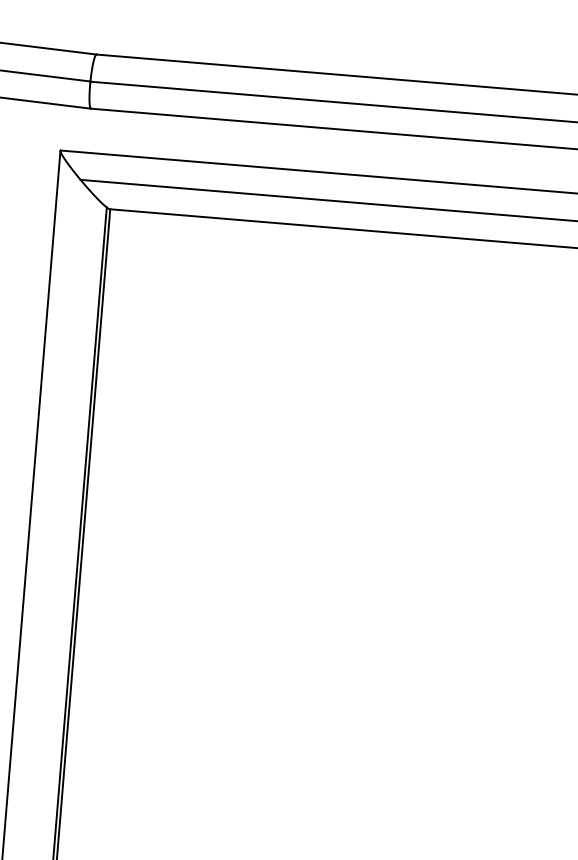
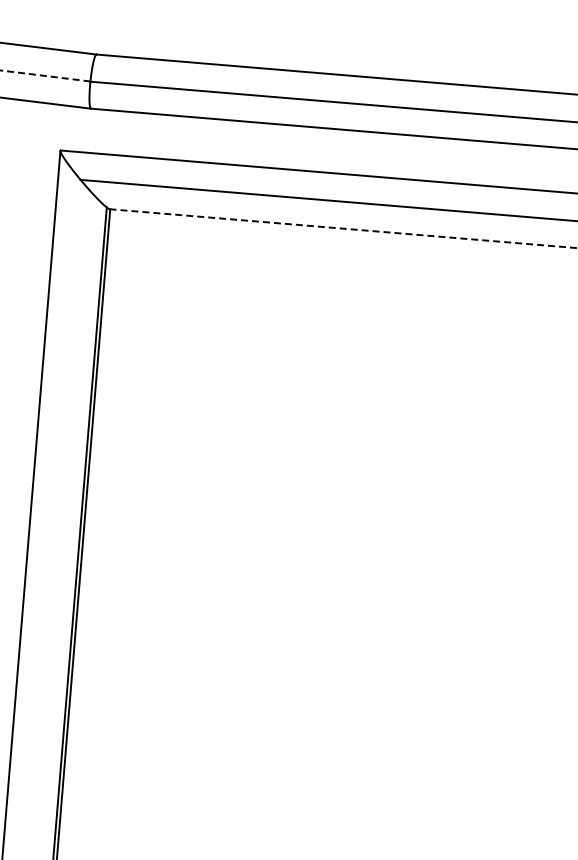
line at (44, 75): solid -> dashed
line at (343, 228): solid -> dashed
